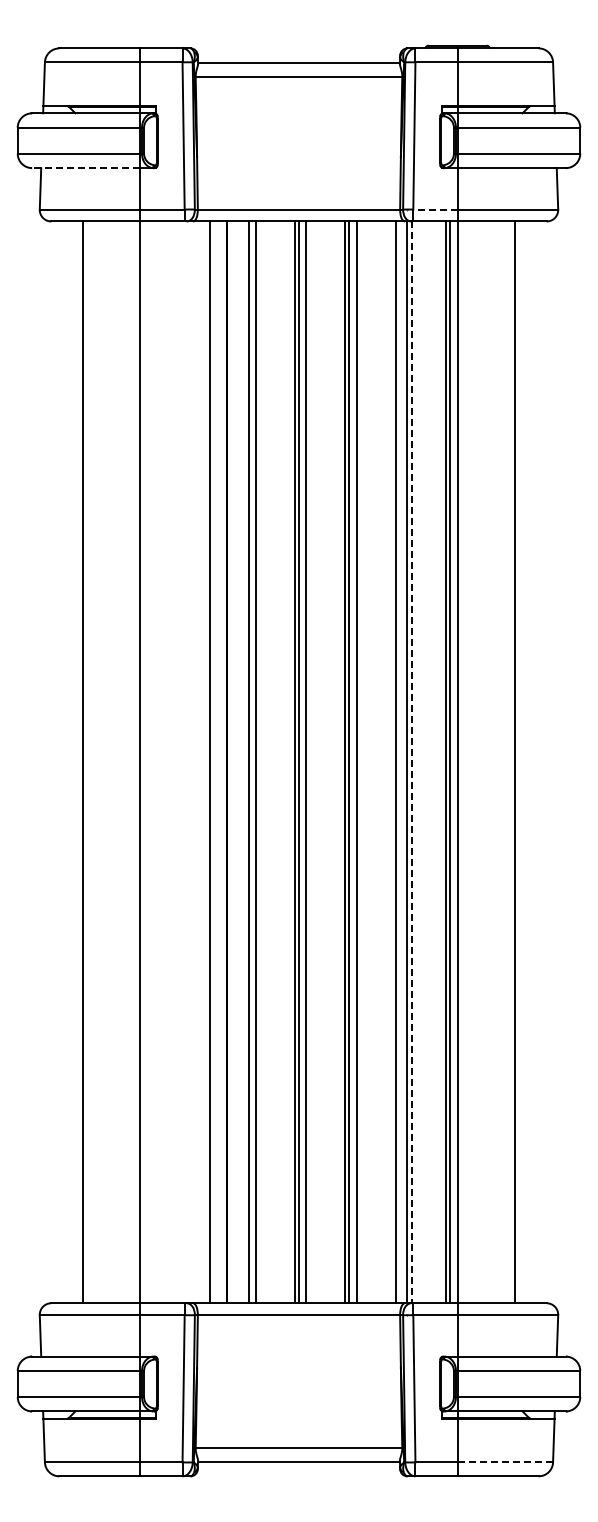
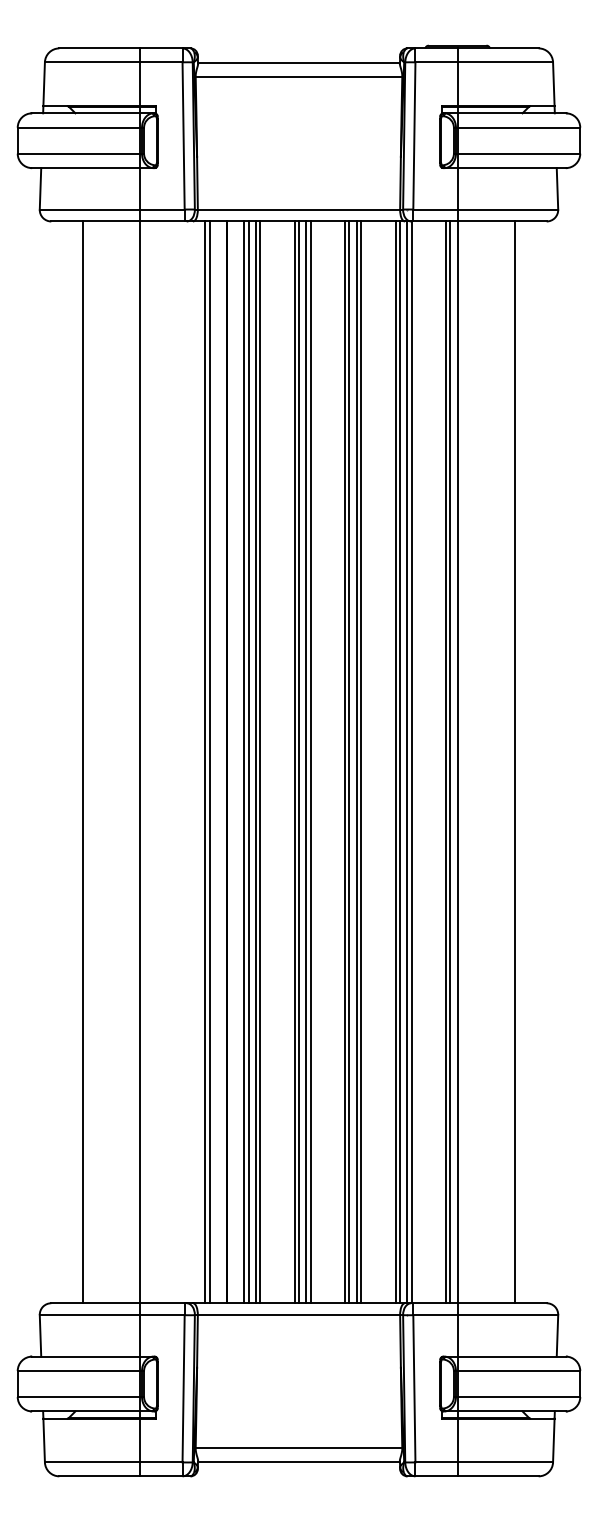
line at (85, 168): dashed -> solid
line at (434, 209): dashed -> solid
line at (205, 762): none -> present
line at (244, 762): none -> present
line at (260, 762): none -> present
line at (310, 762): none -> present
line at (361, 762): none -> present
line at (399, 762): none -> present
line at (411, 762): dashed -> solid
line at (505, 1462): dashed -> solid
